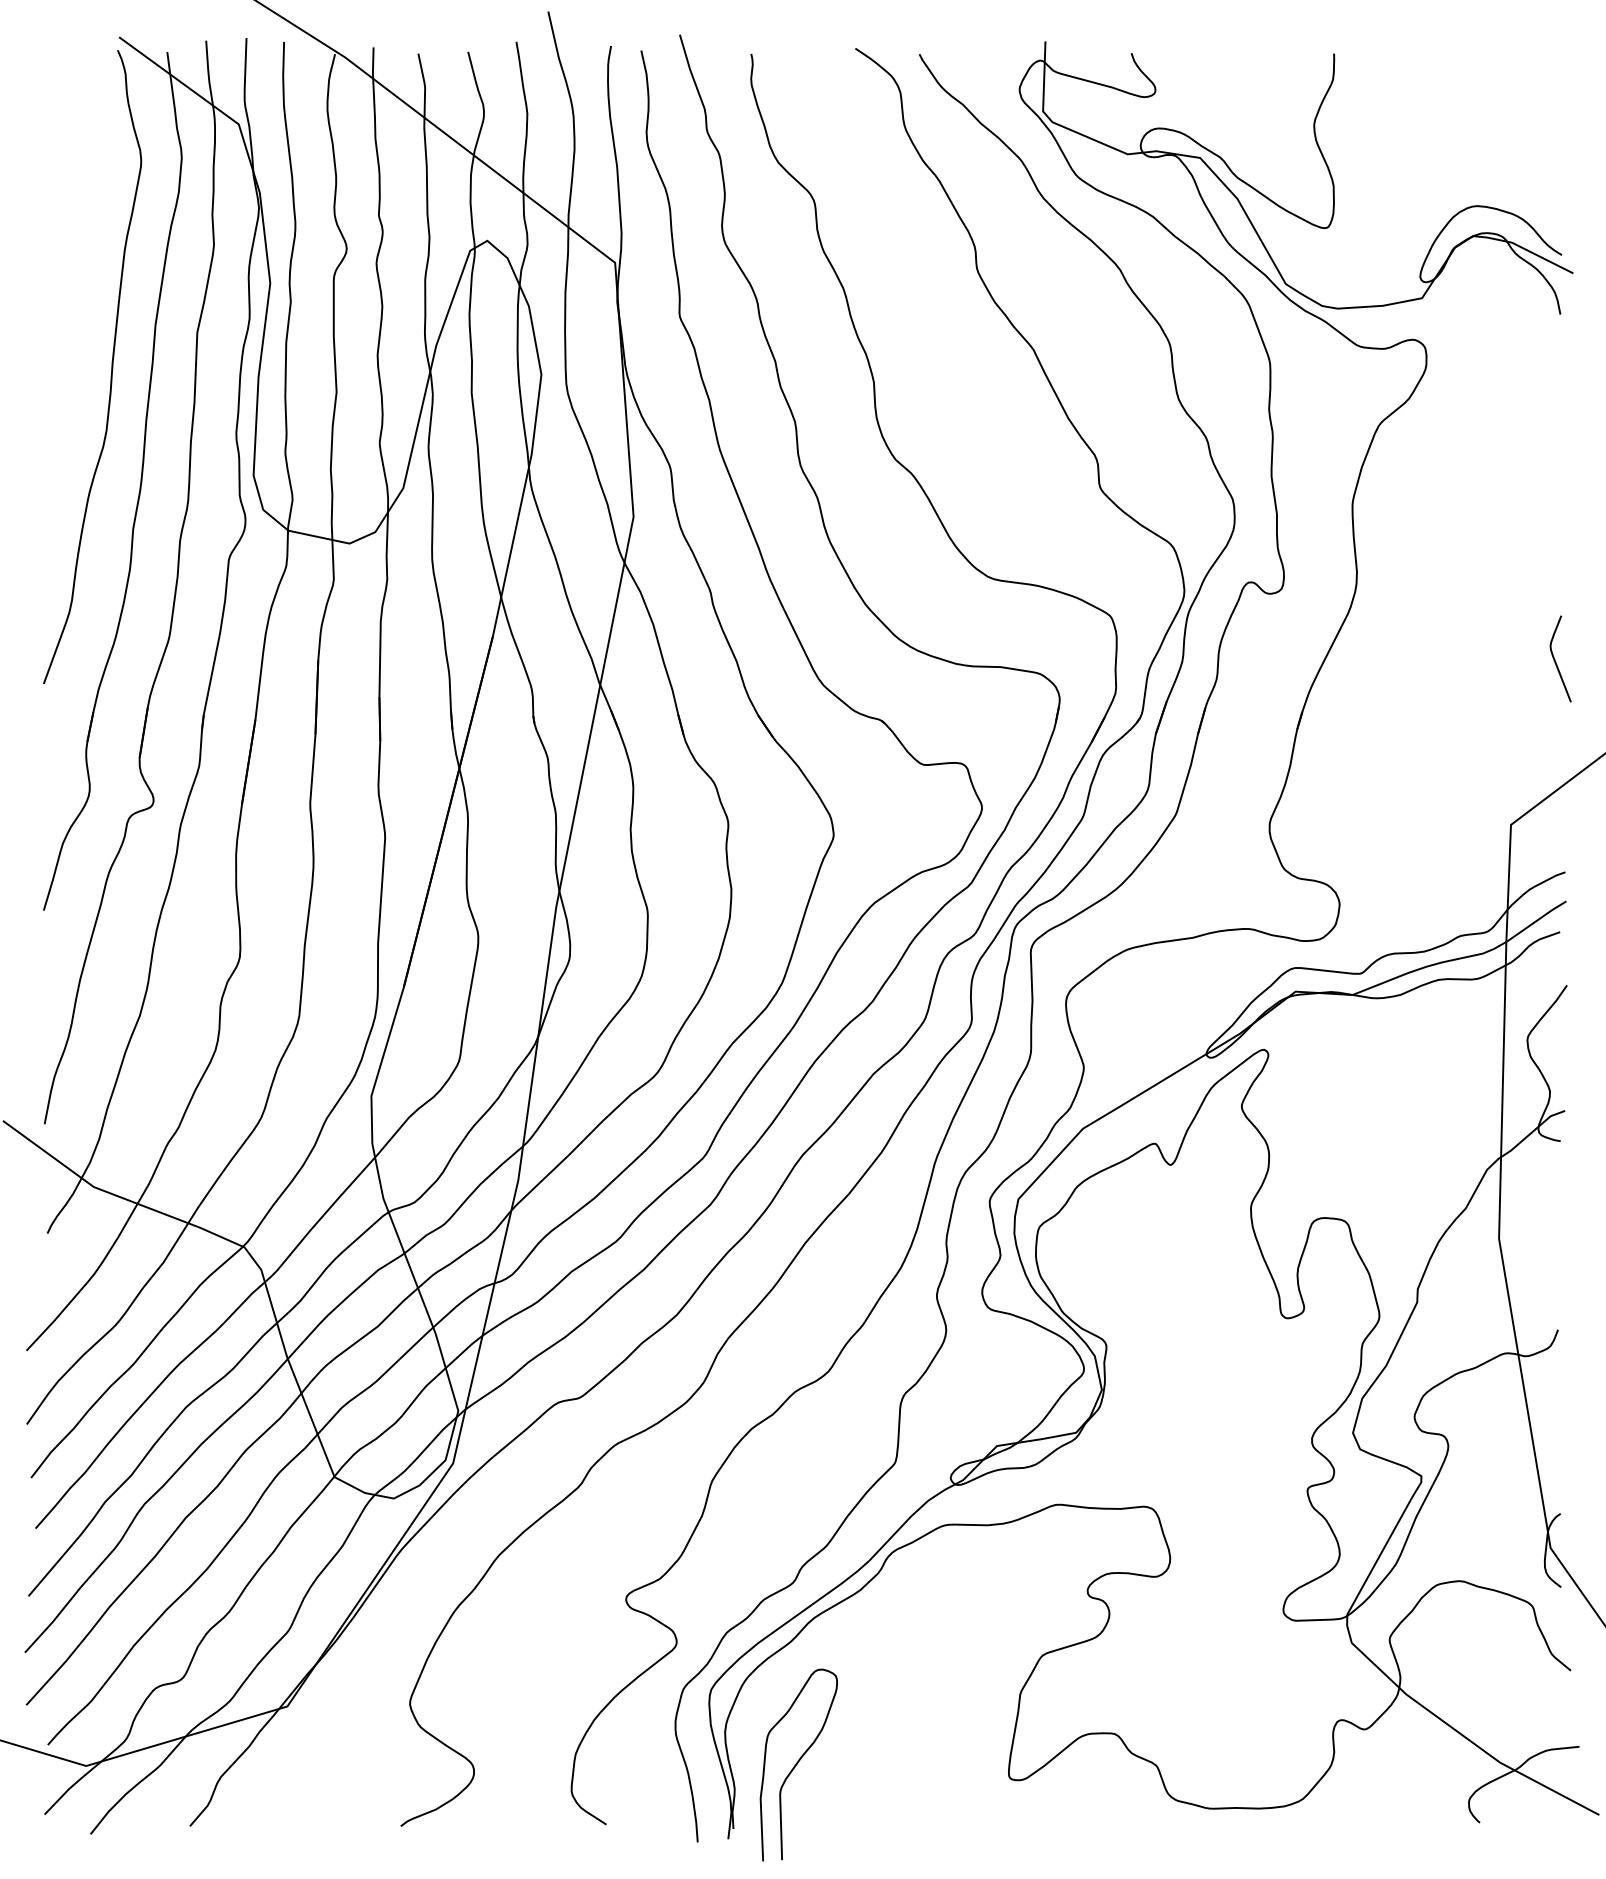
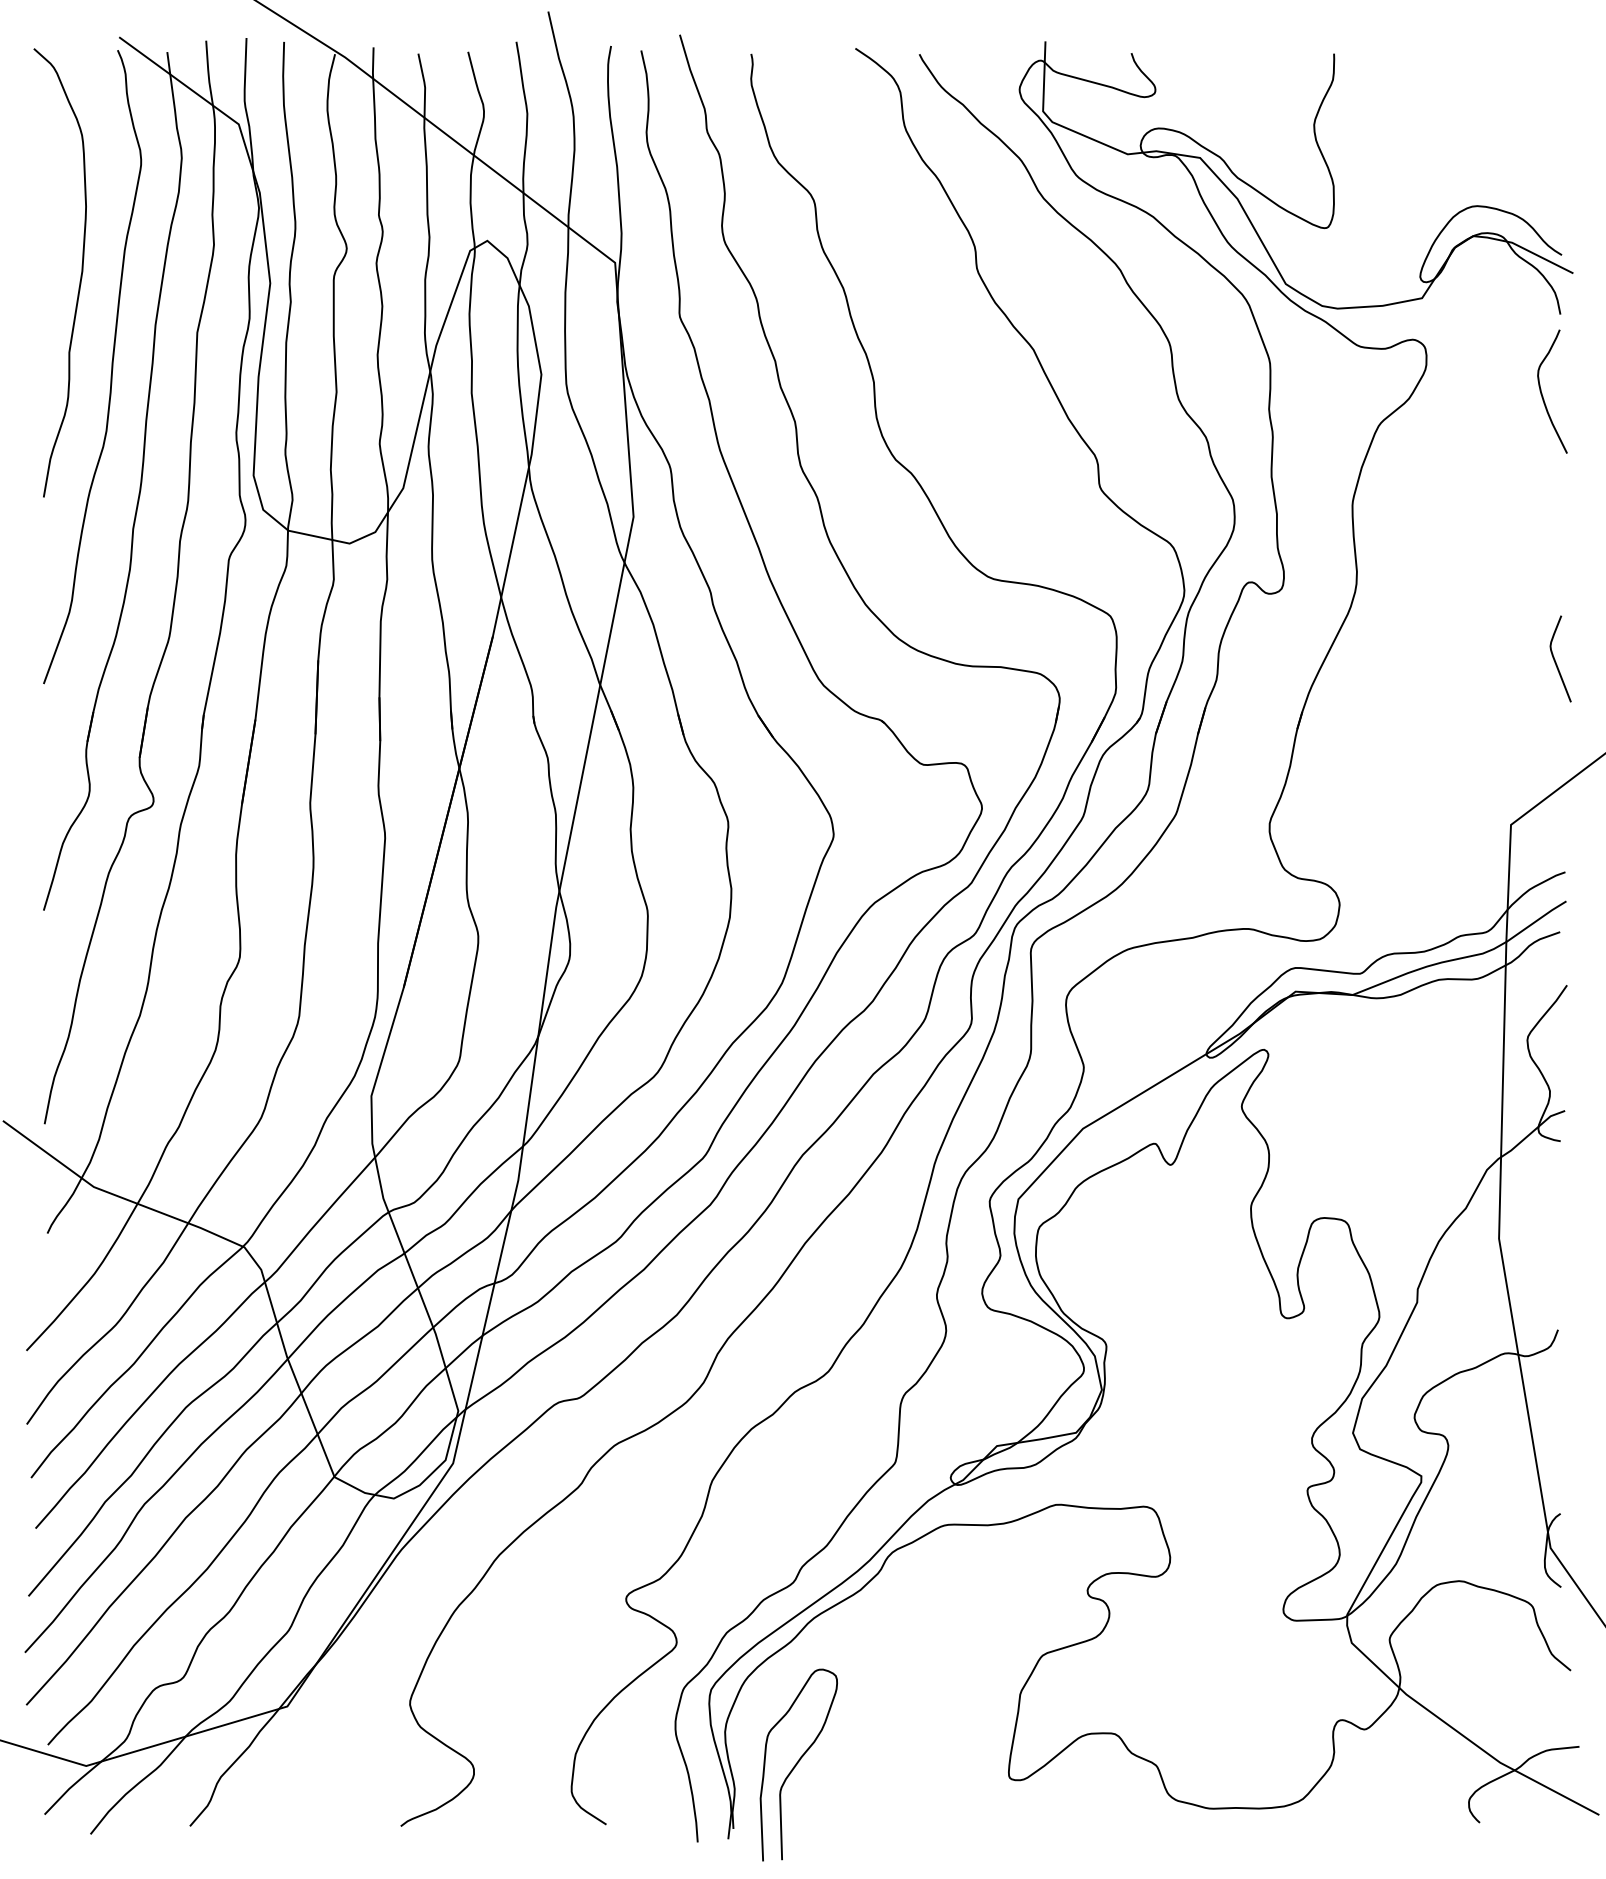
curve at (80, 275): none -> present
curve at (1542, 393): none -> present
